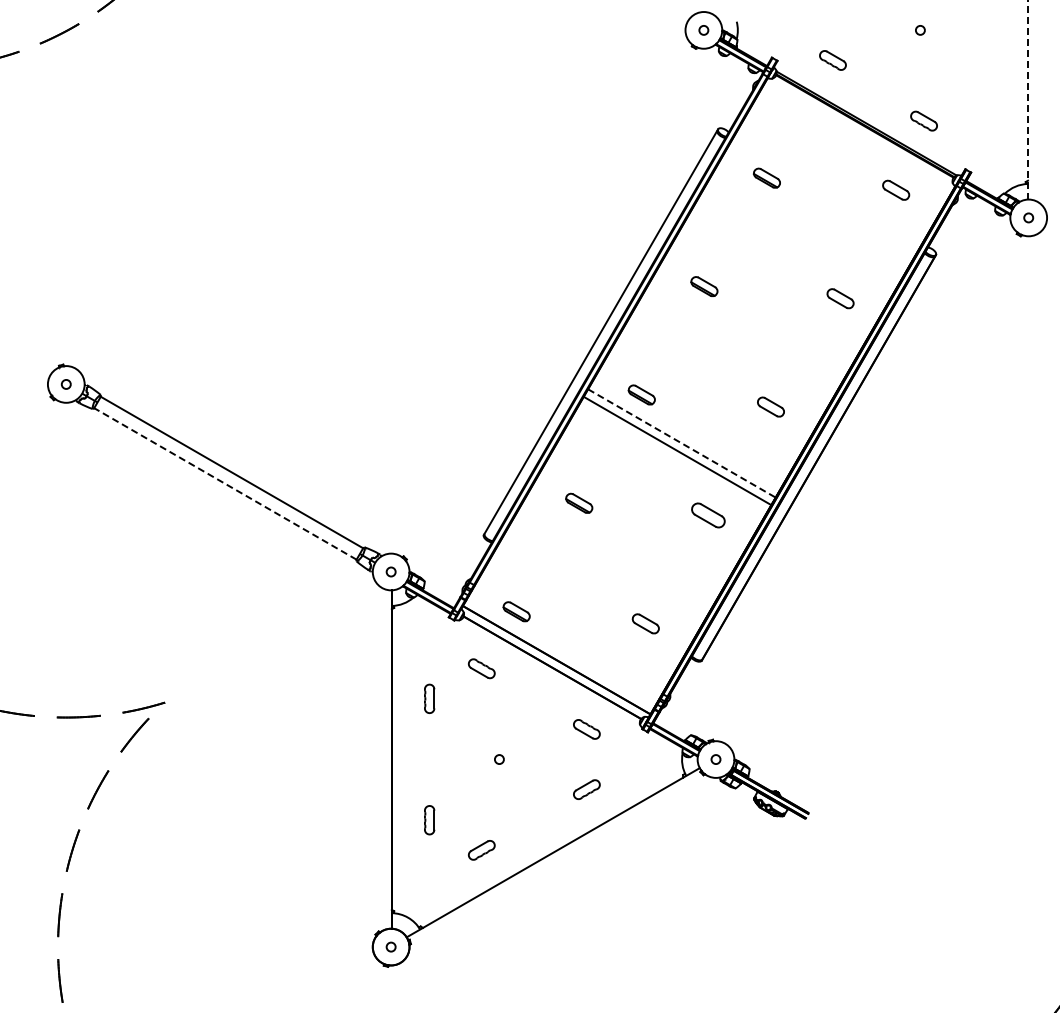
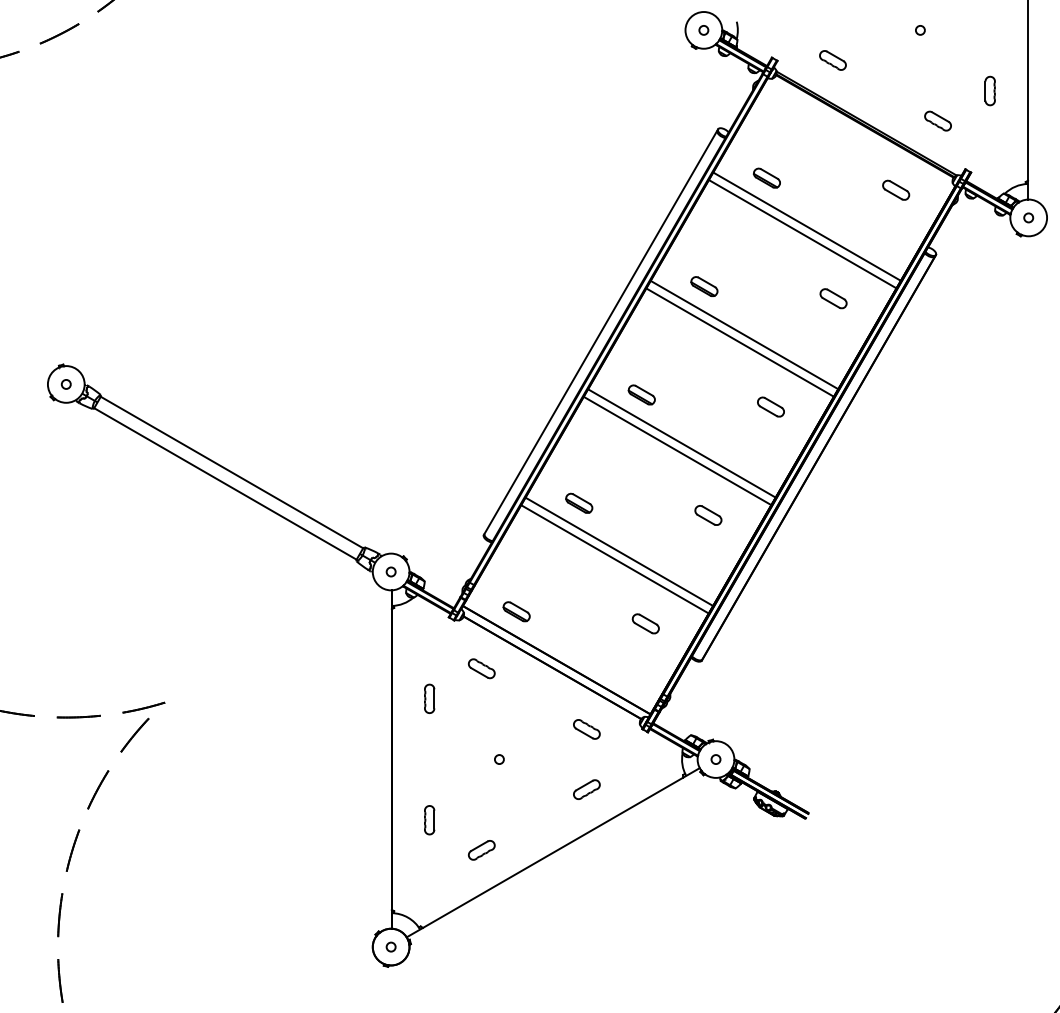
part at (989, 90): none -> present
line at (1028, 99): dashed -> solid
part at (923, 120) position: (923, 120) -> (937, 120)
line at (806, 226): none -> present
line at (802, 234): none -> present
part at (840, 298) position: (840, 298) -> (833, 298)
line at (744, 334): none -> present
line at (739, 342): none -> present
line at (682, 443): dashed -> solid
line at (225, 483): dashed -> solid
part at (708, 515) size: 35x27 px -> 29x21 px
line at (619, 551): none -> present
line at (614, 559): none -> present
